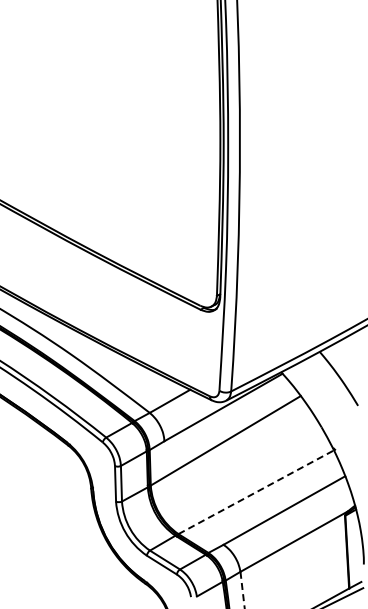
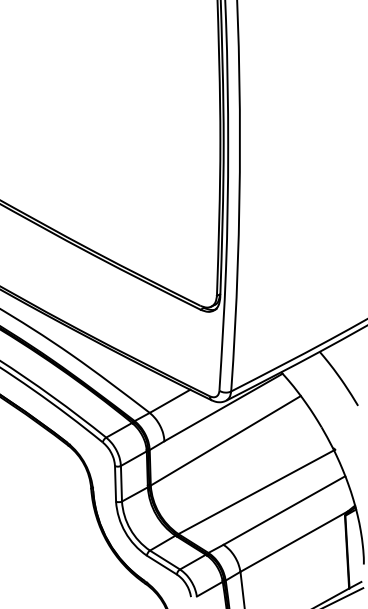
line at (256, 491): dashed -> solid
line at (242, 590): dashed -> solid
